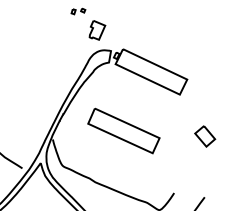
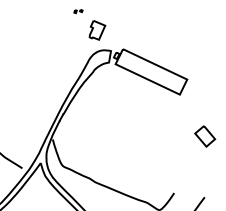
part at (78, 11) size: 17x9 px -> 11x6 px
part at (123, 130): present -> none
